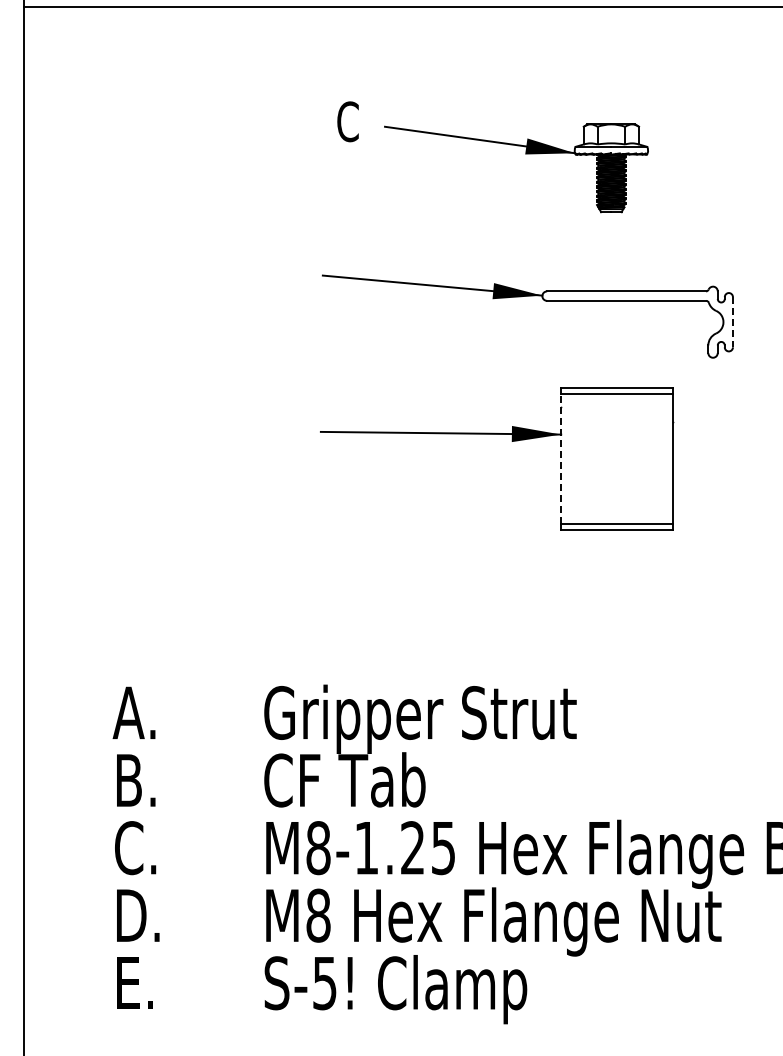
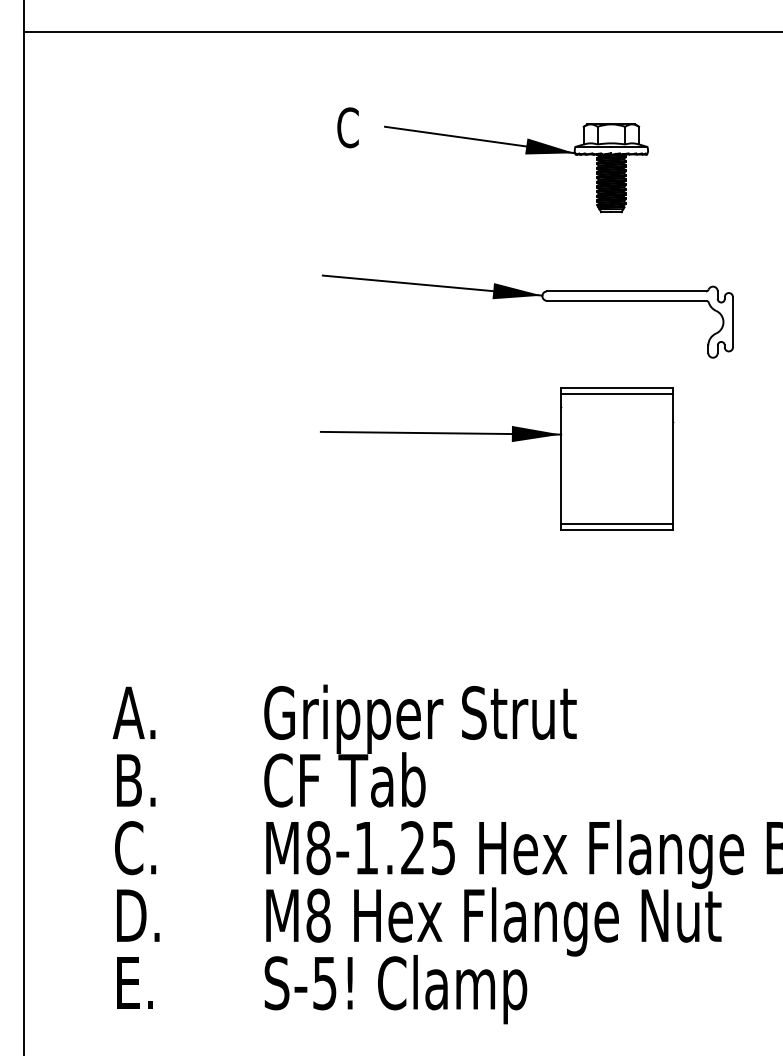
line at (401, 6) position: (401, 6) -> (401, 31)
text at (347, 121) position: (347, 121) -> (347, 127)
line at (732, 322): dashed -> solid
line at (561, 458): dashed -> solid
